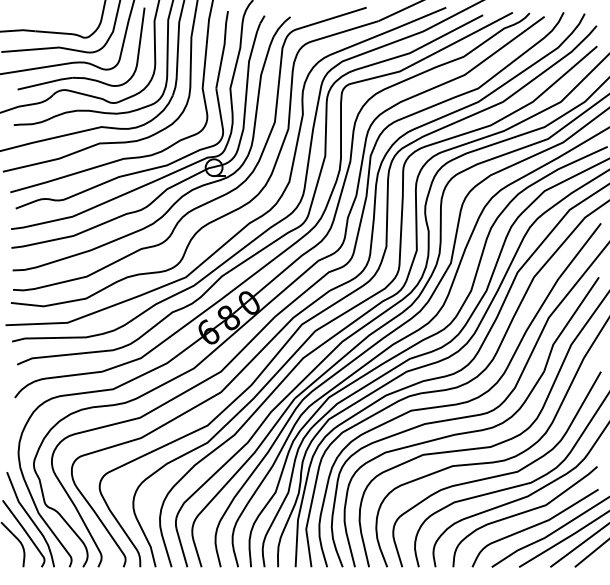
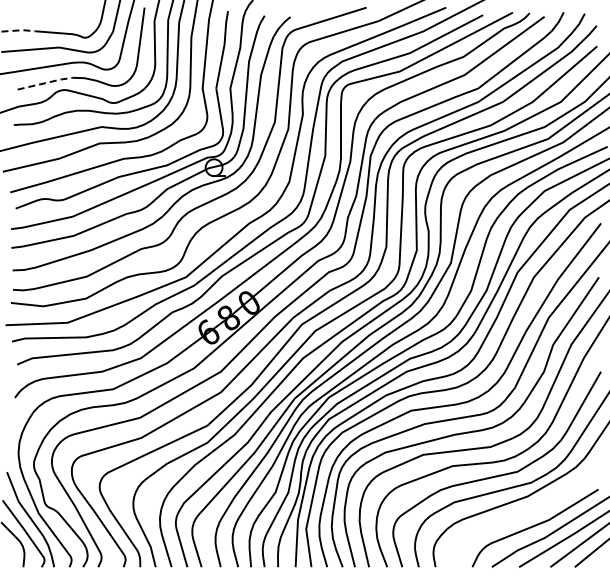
line at (19, 30): solid -> dashed
line at (45, 83): solid -> dashed
curve at (524, 513): present -> none
